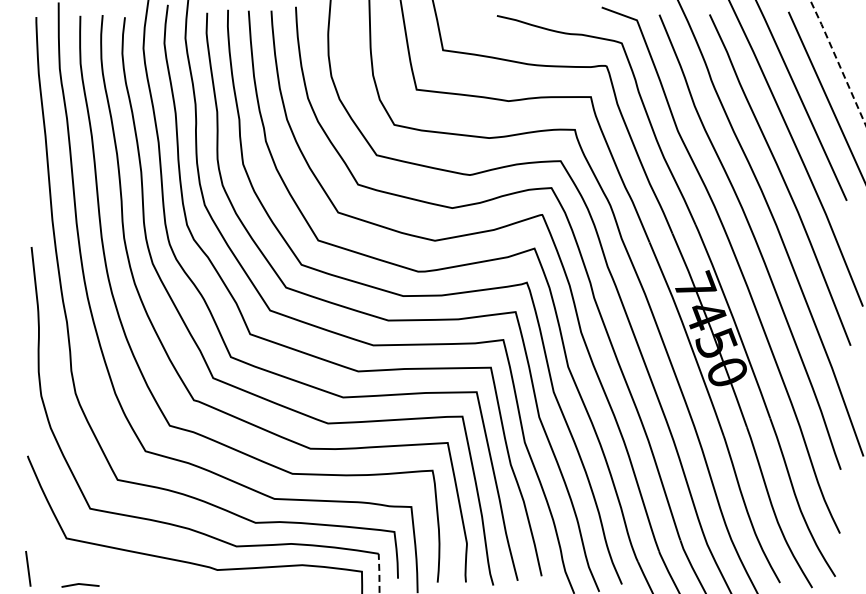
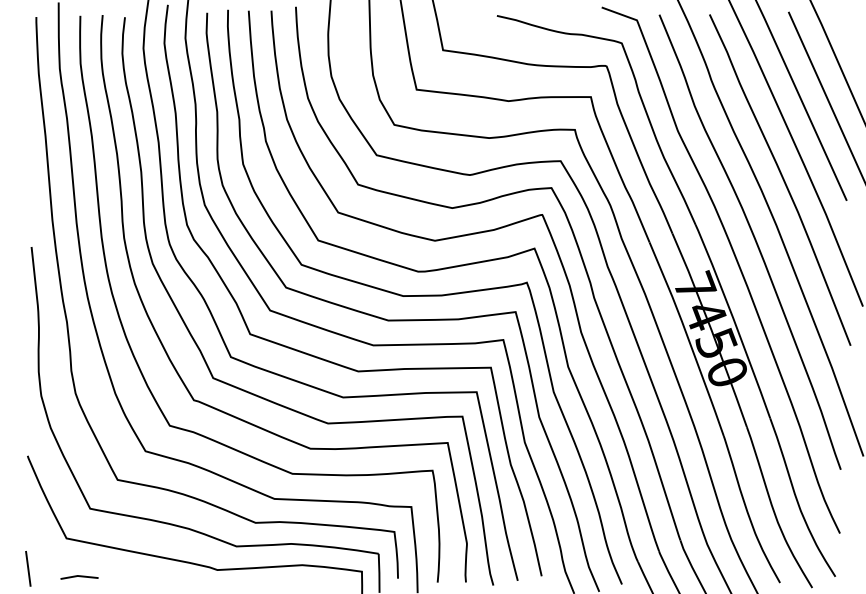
line at (837, 61): dashed -> solid
line at (379, 573): dashed -> solid
line at (80, 584) position: (80, 584) -> (79, 576)
